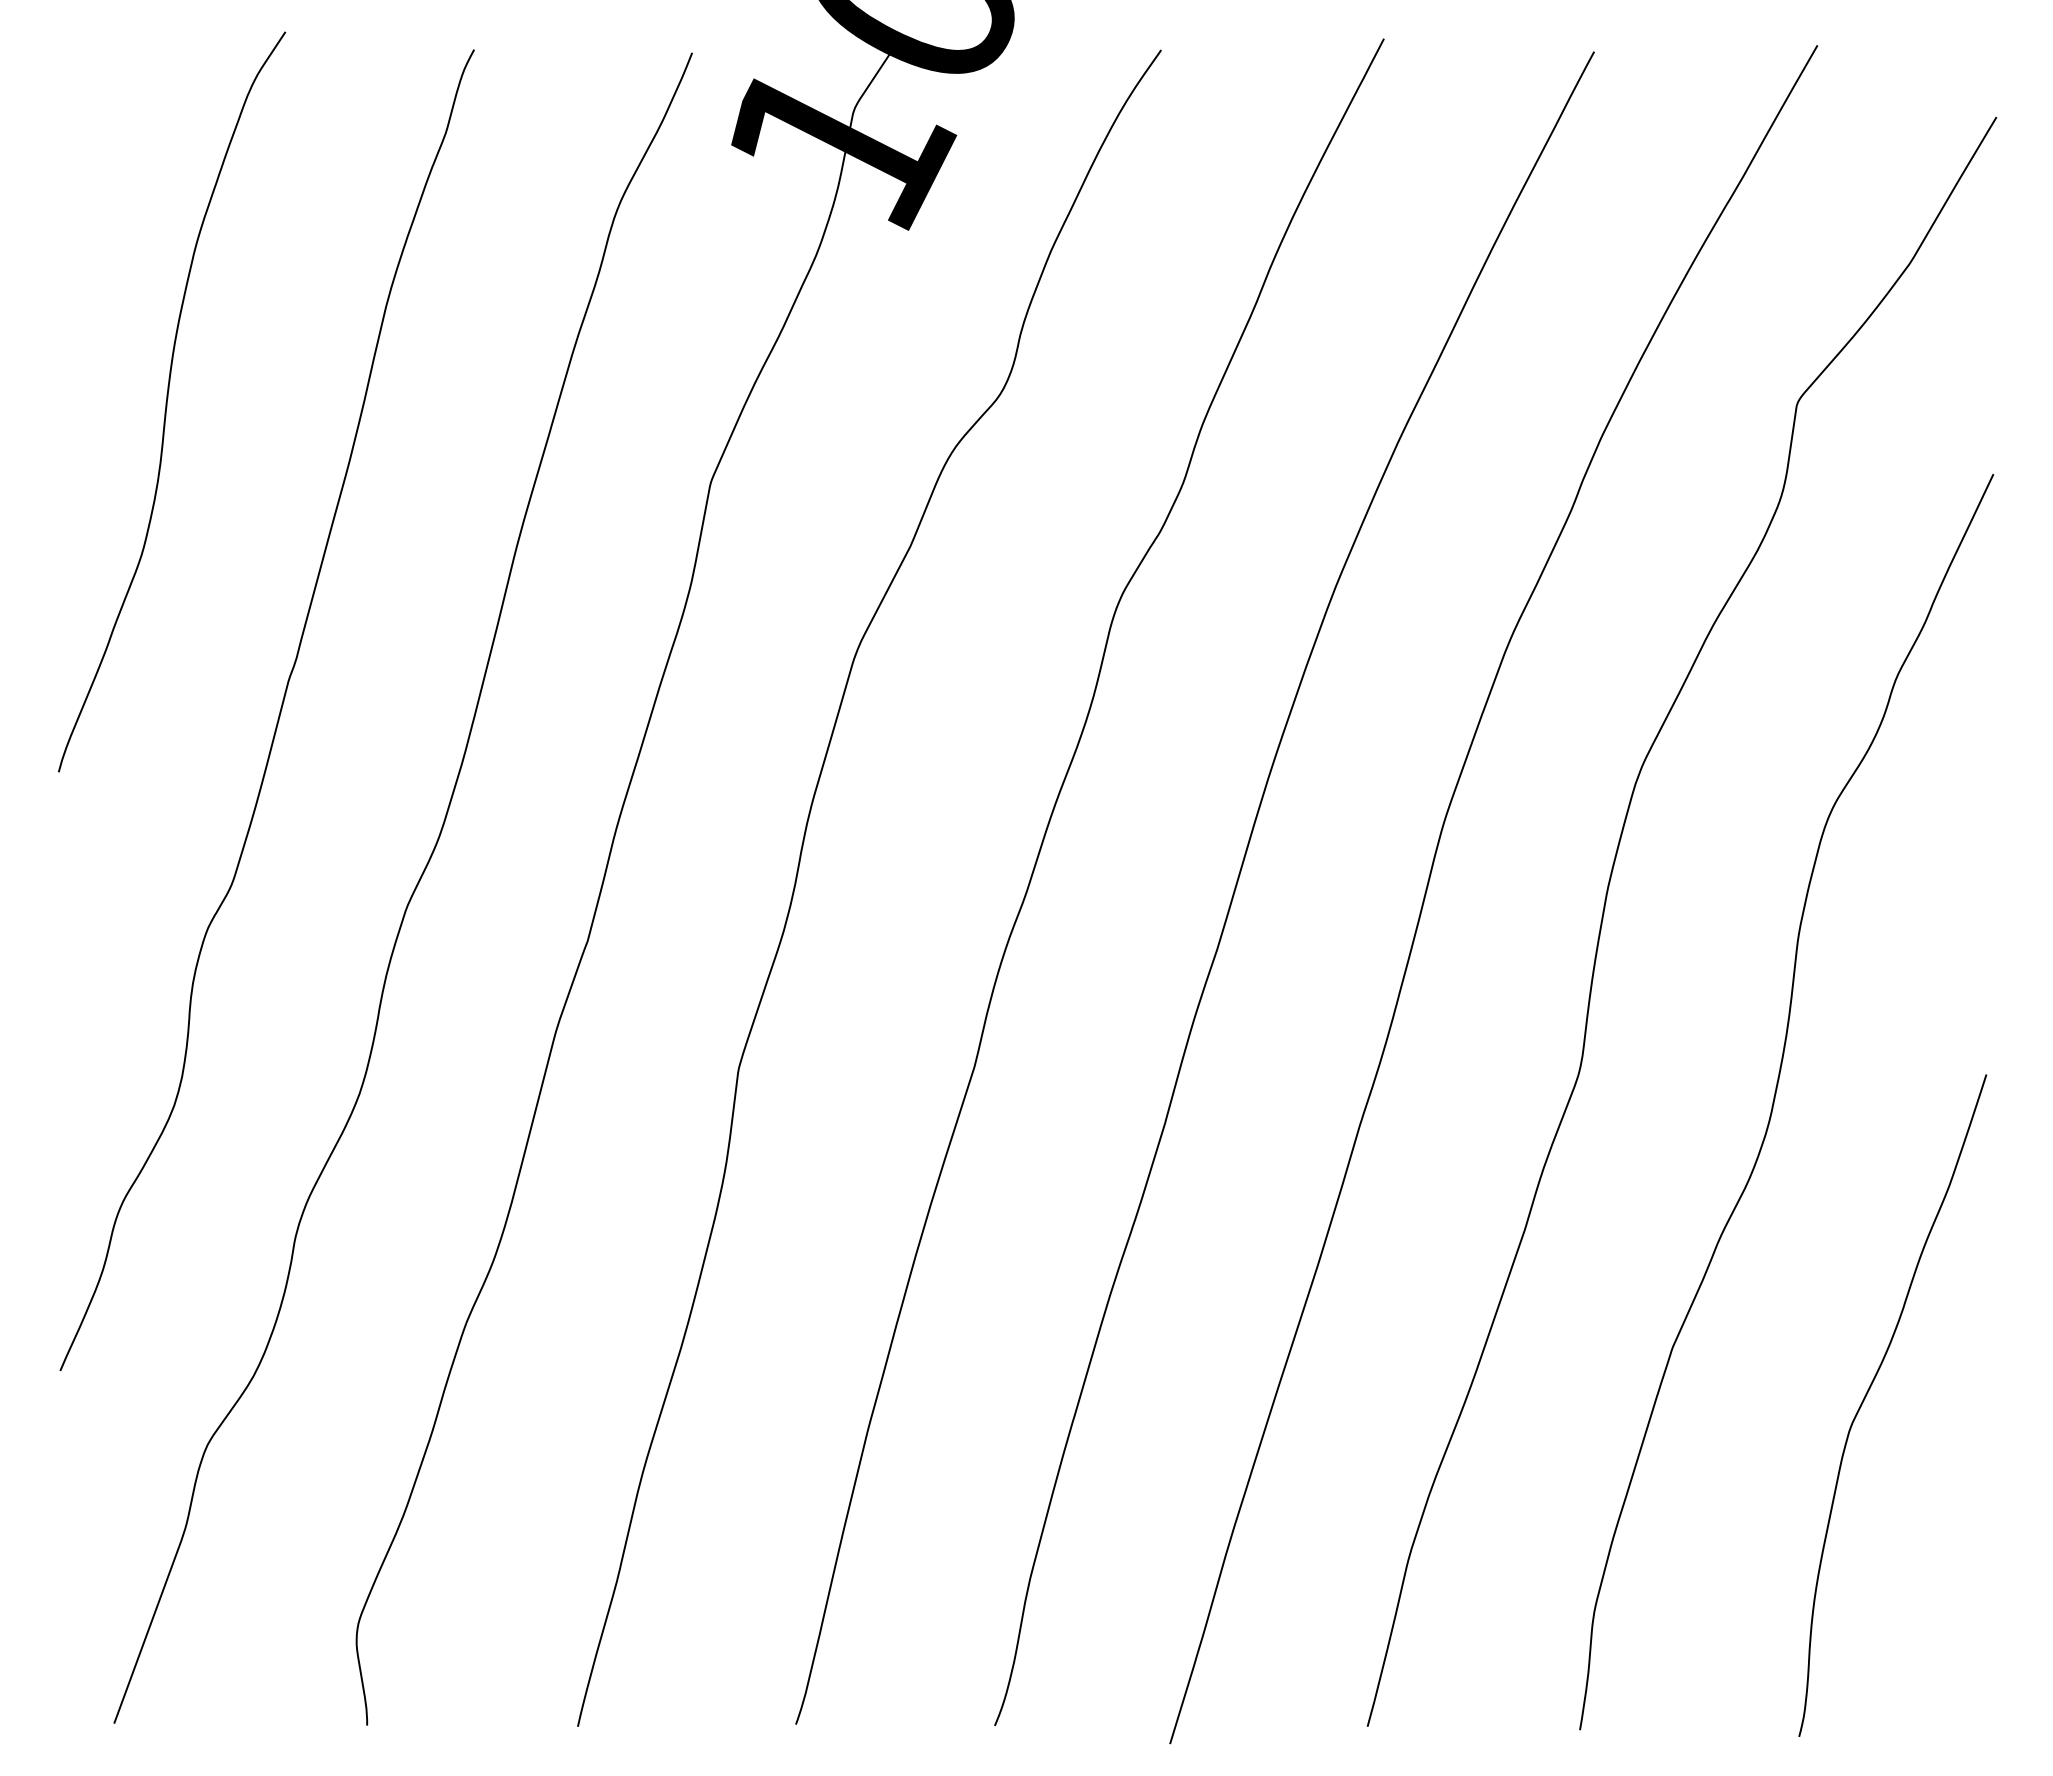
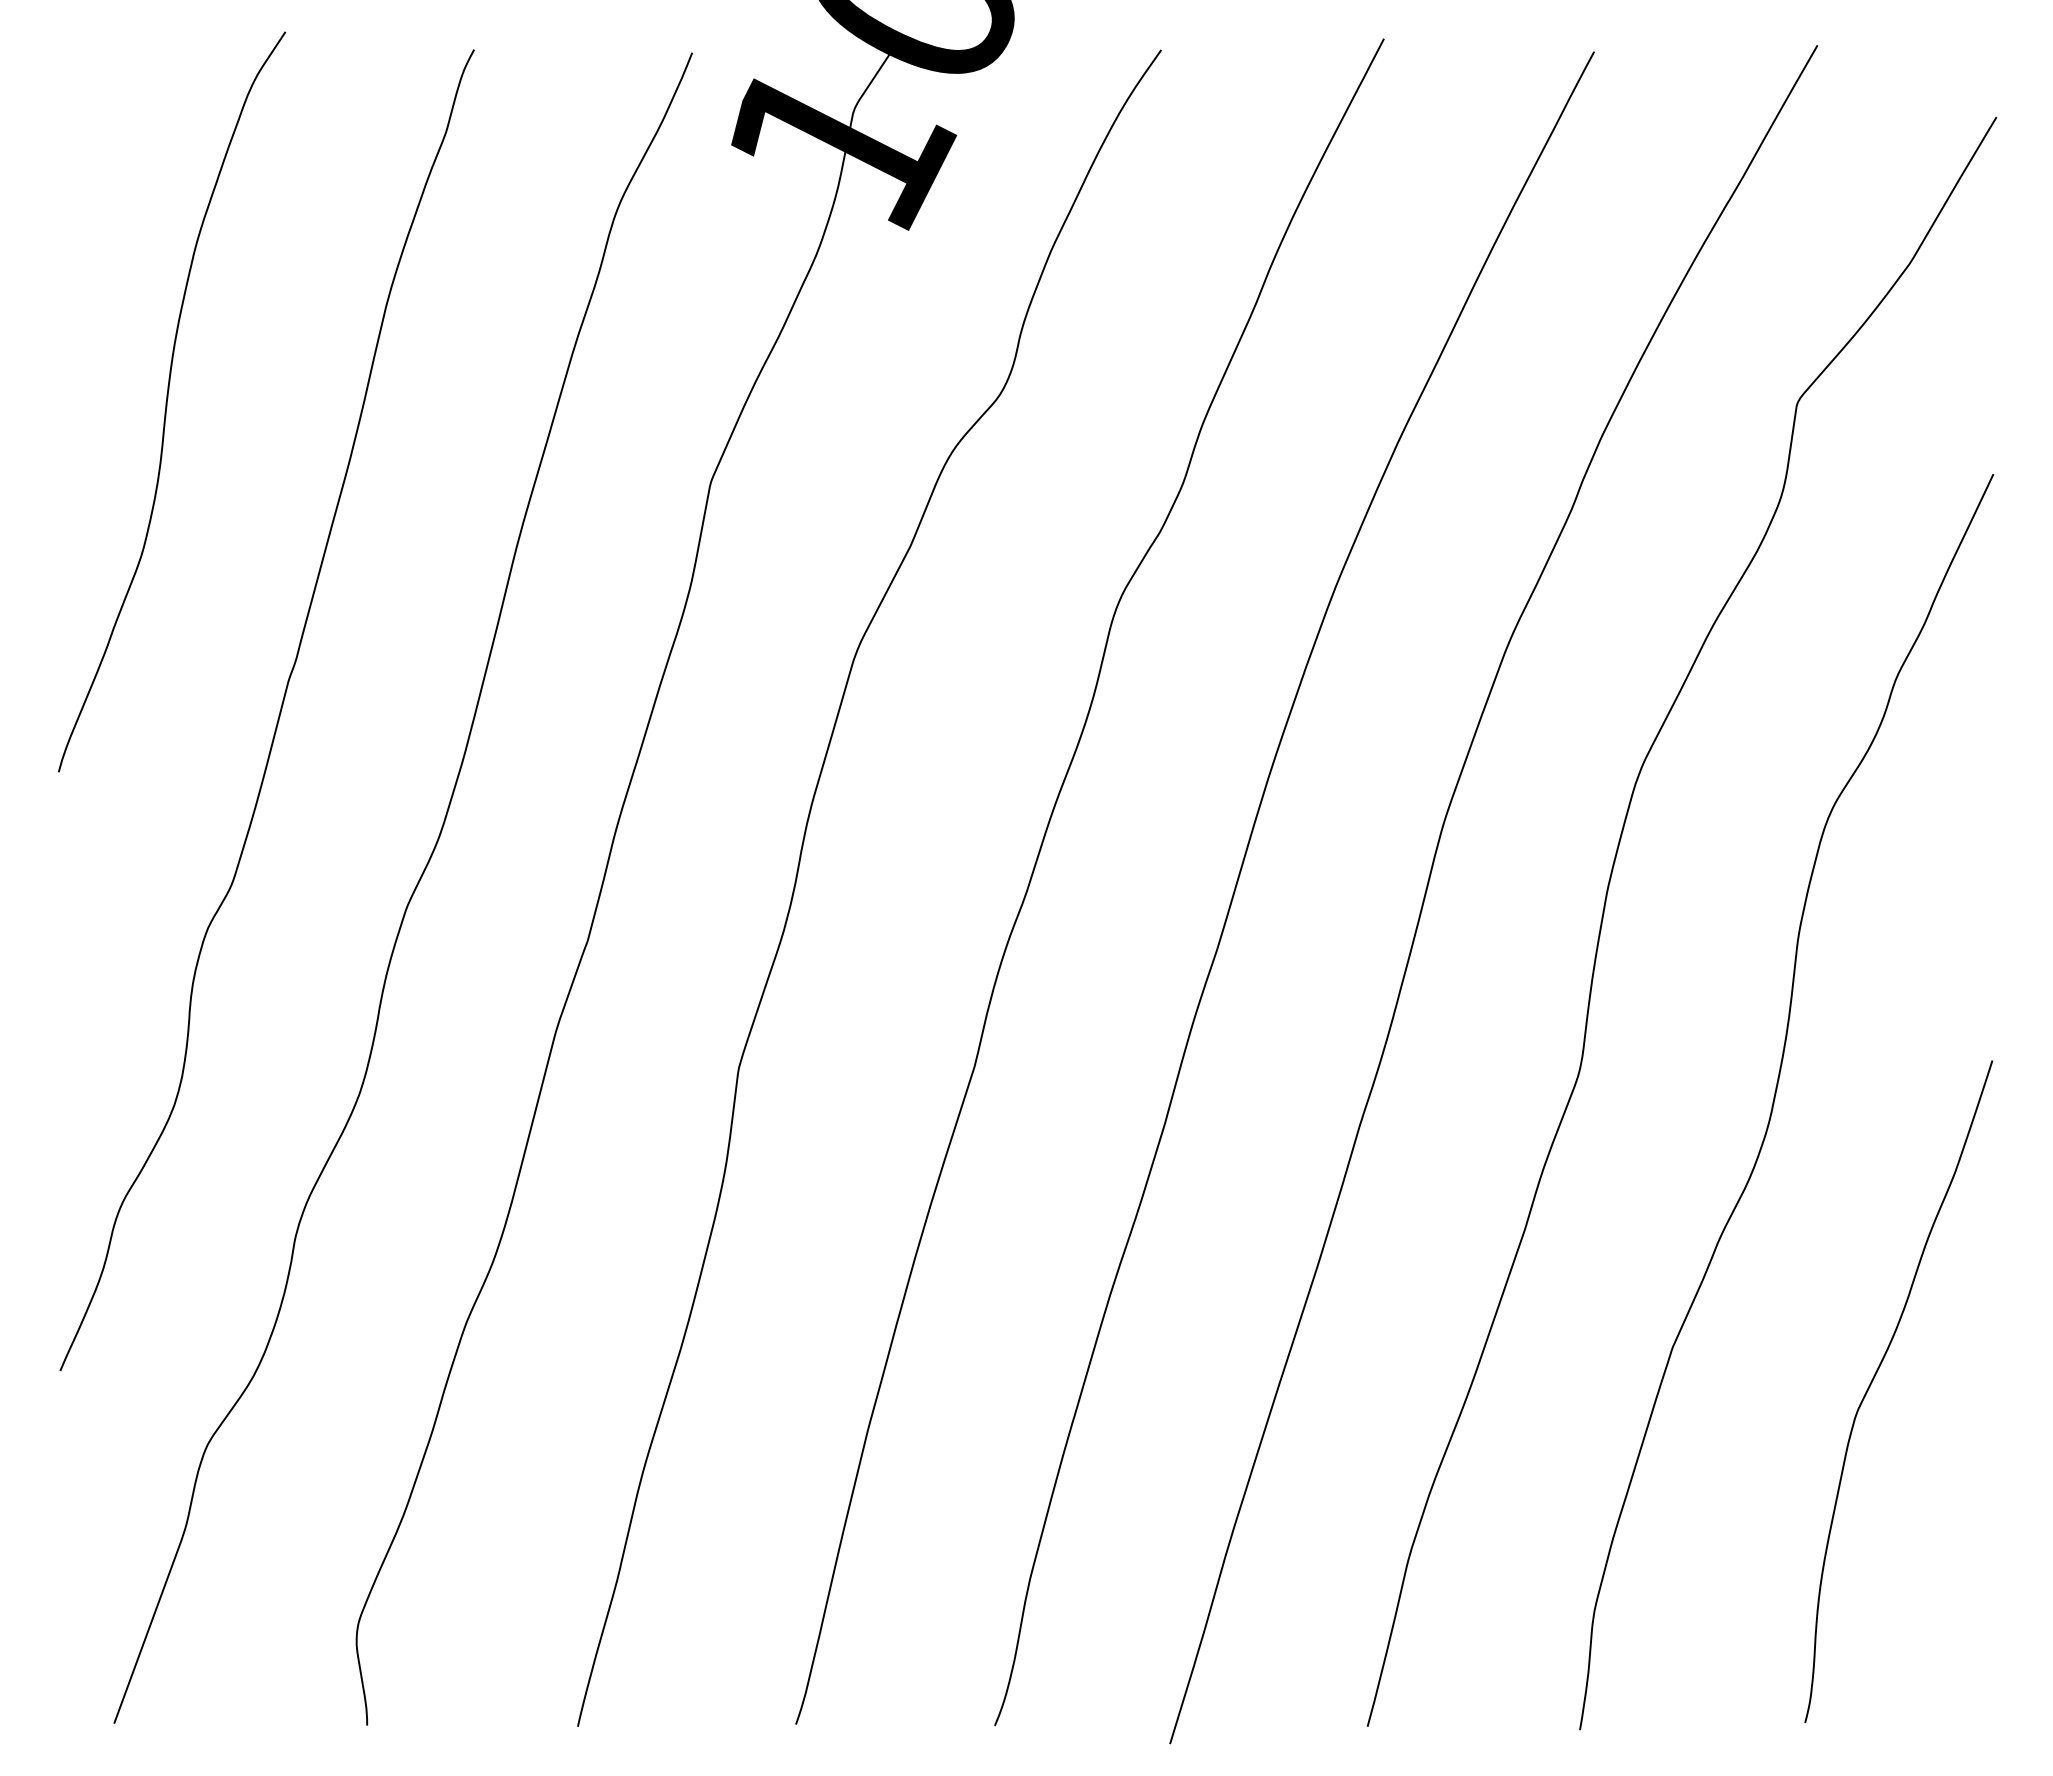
curve at (1868, 1392) position: (1868, 1392) -> (1874, 1378)
